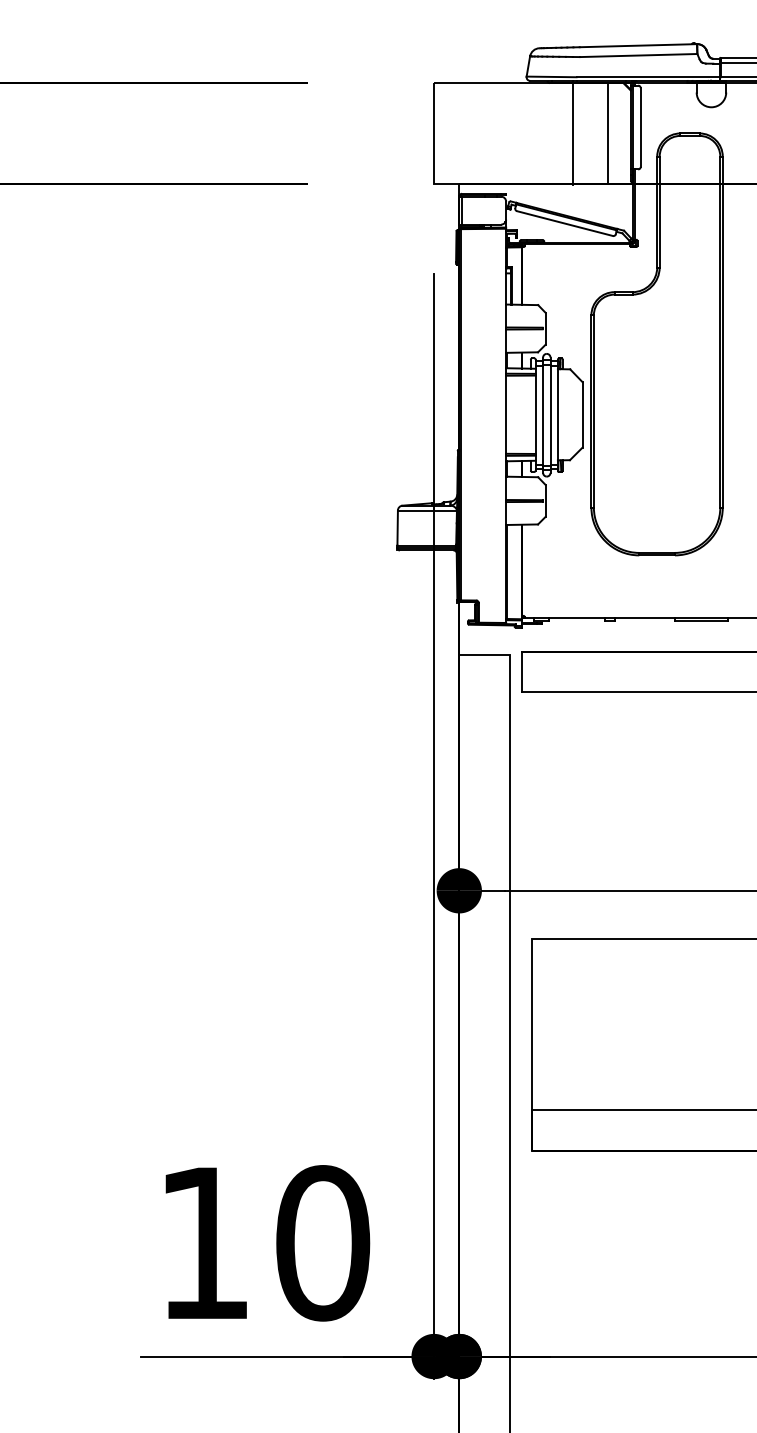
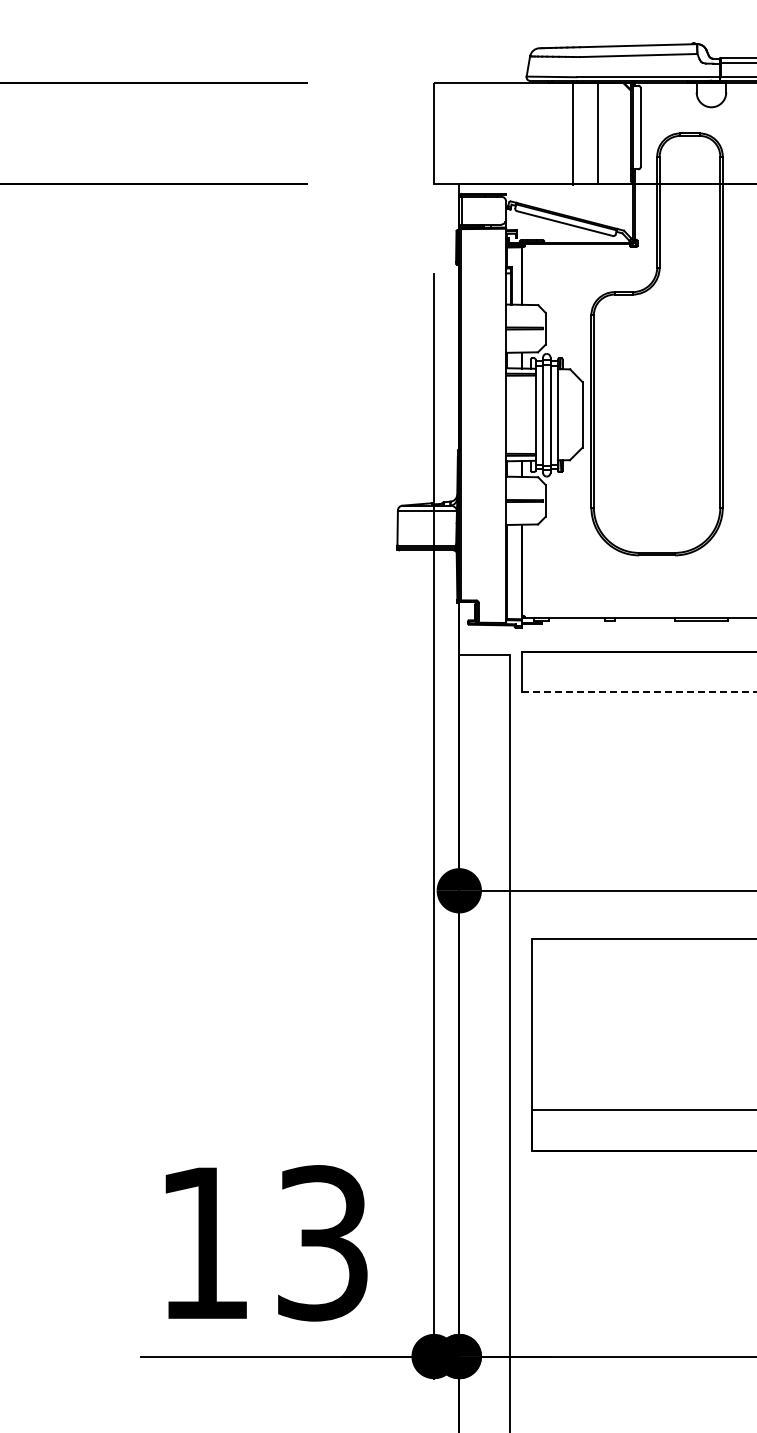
line at (607, 133) position: (607, 133) -> (597, 133)
line at (639, 692): solid -> dashed
text at (323, 1243): 10 -> 13
